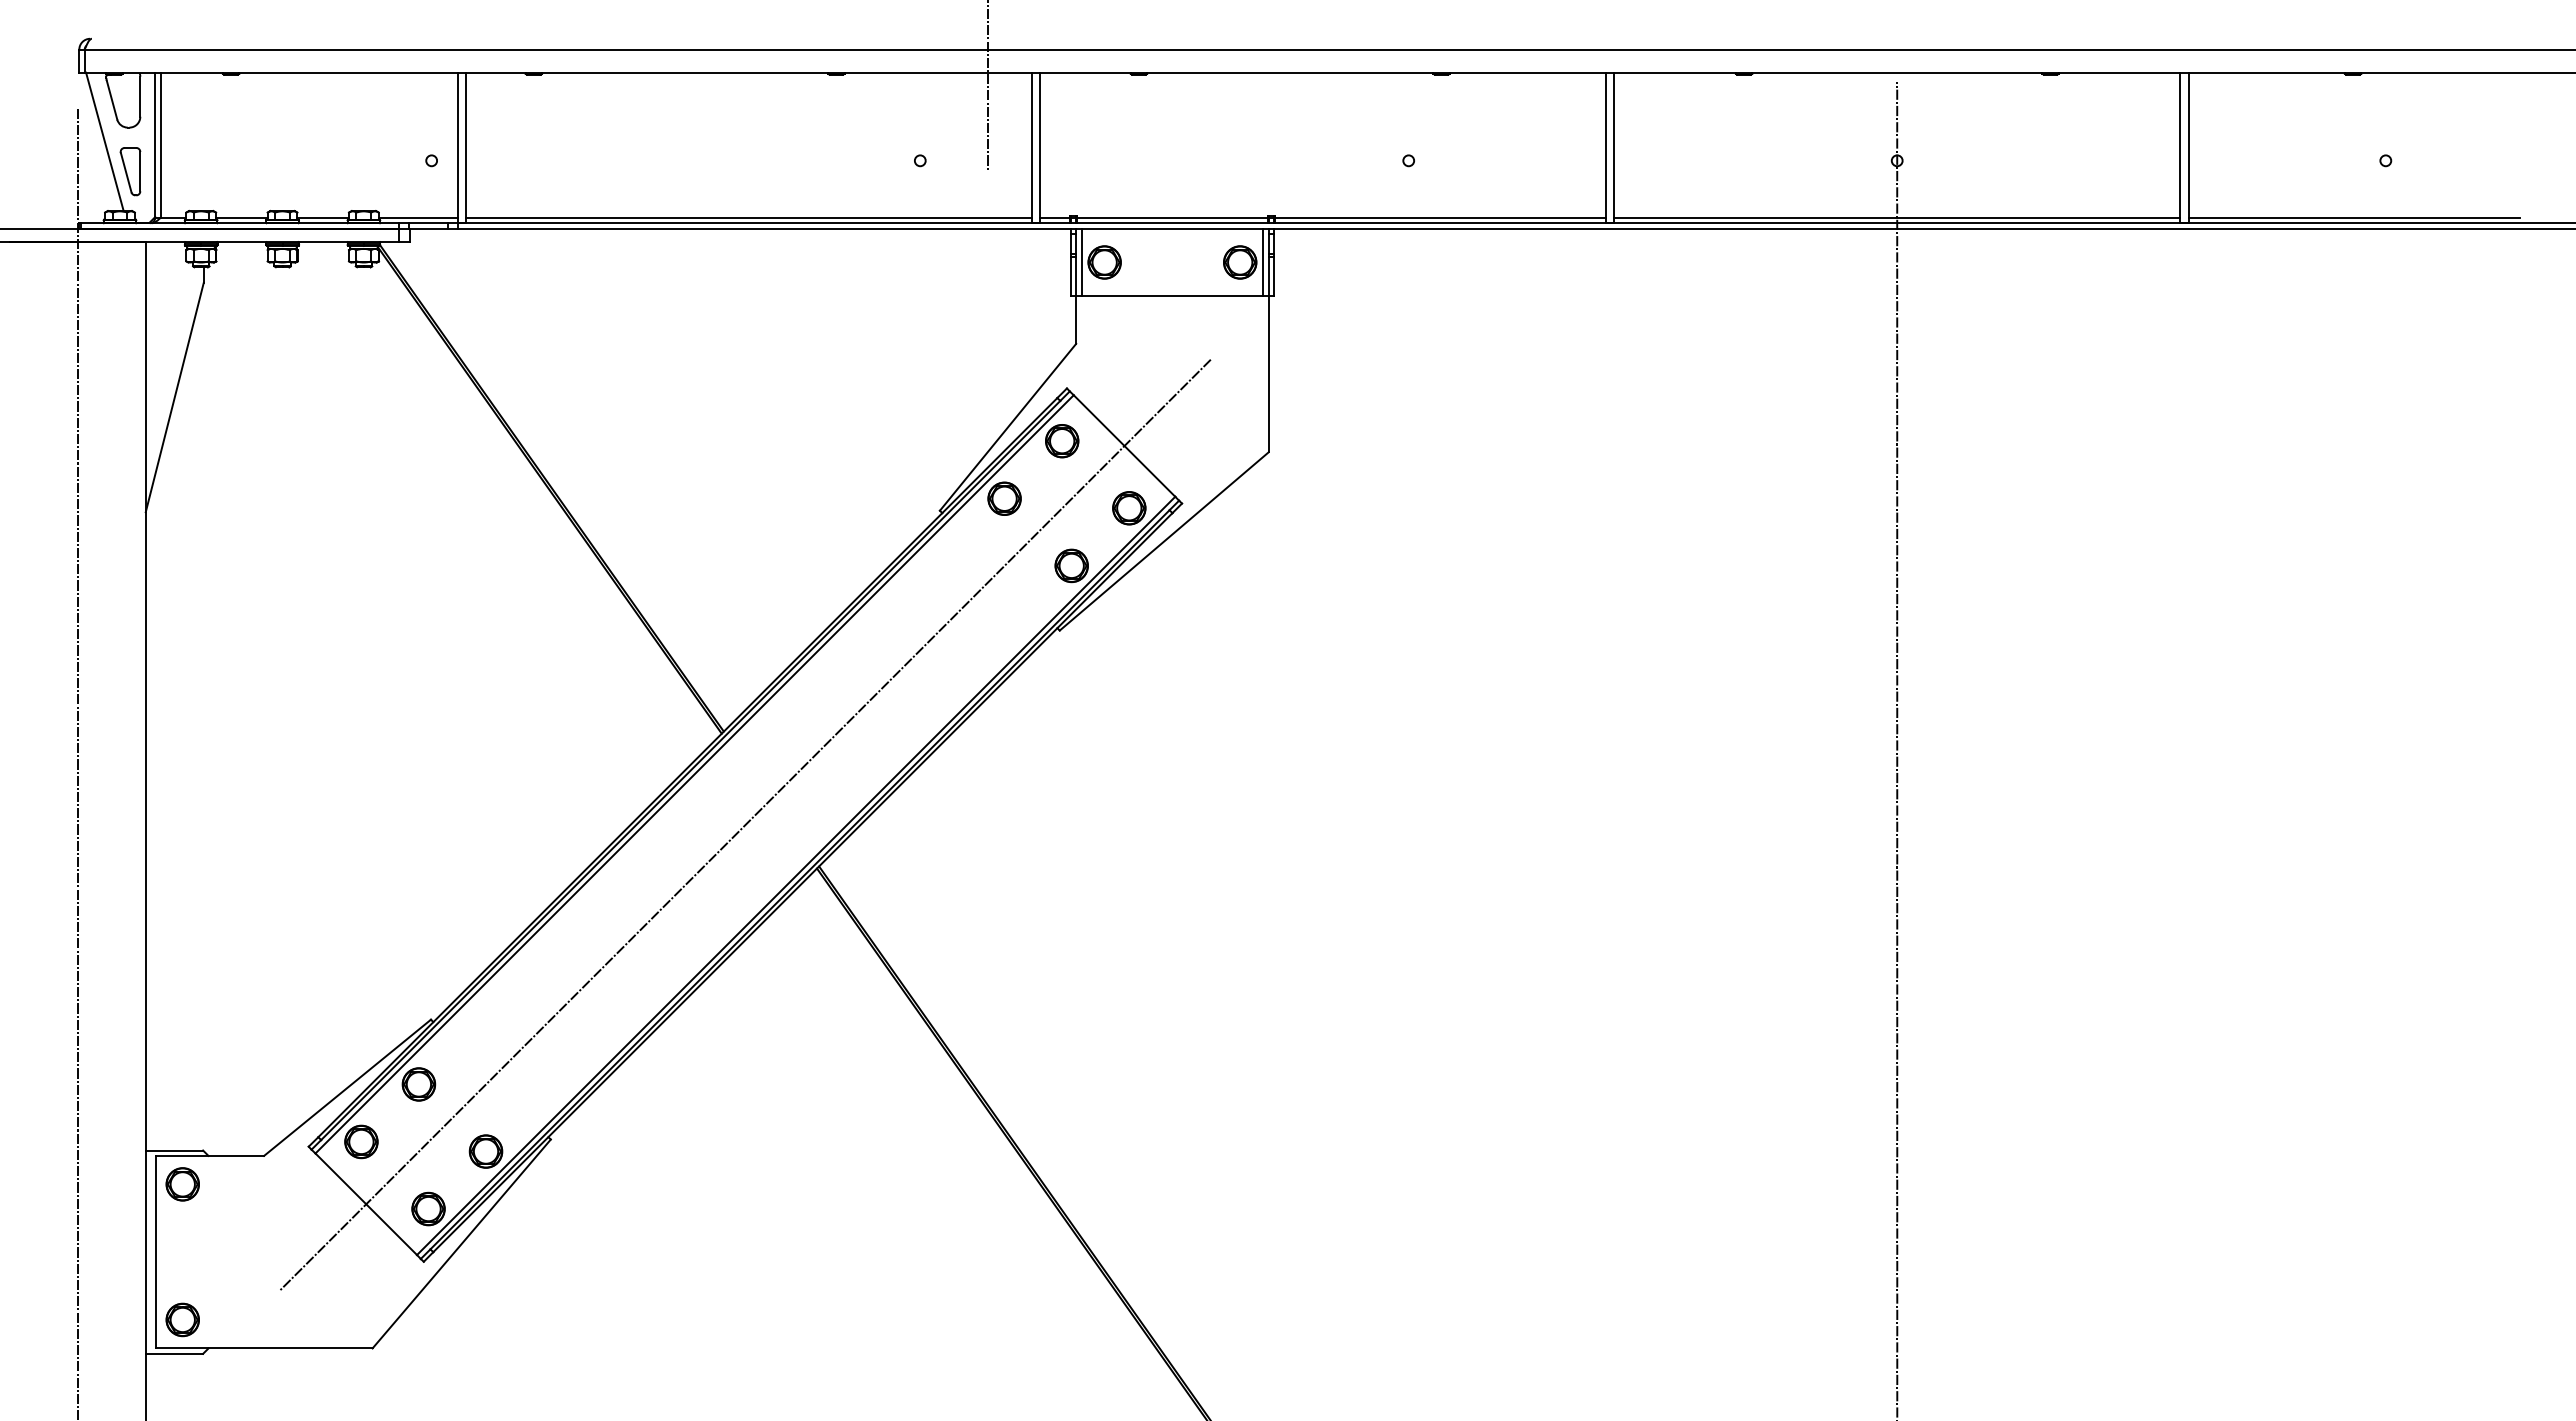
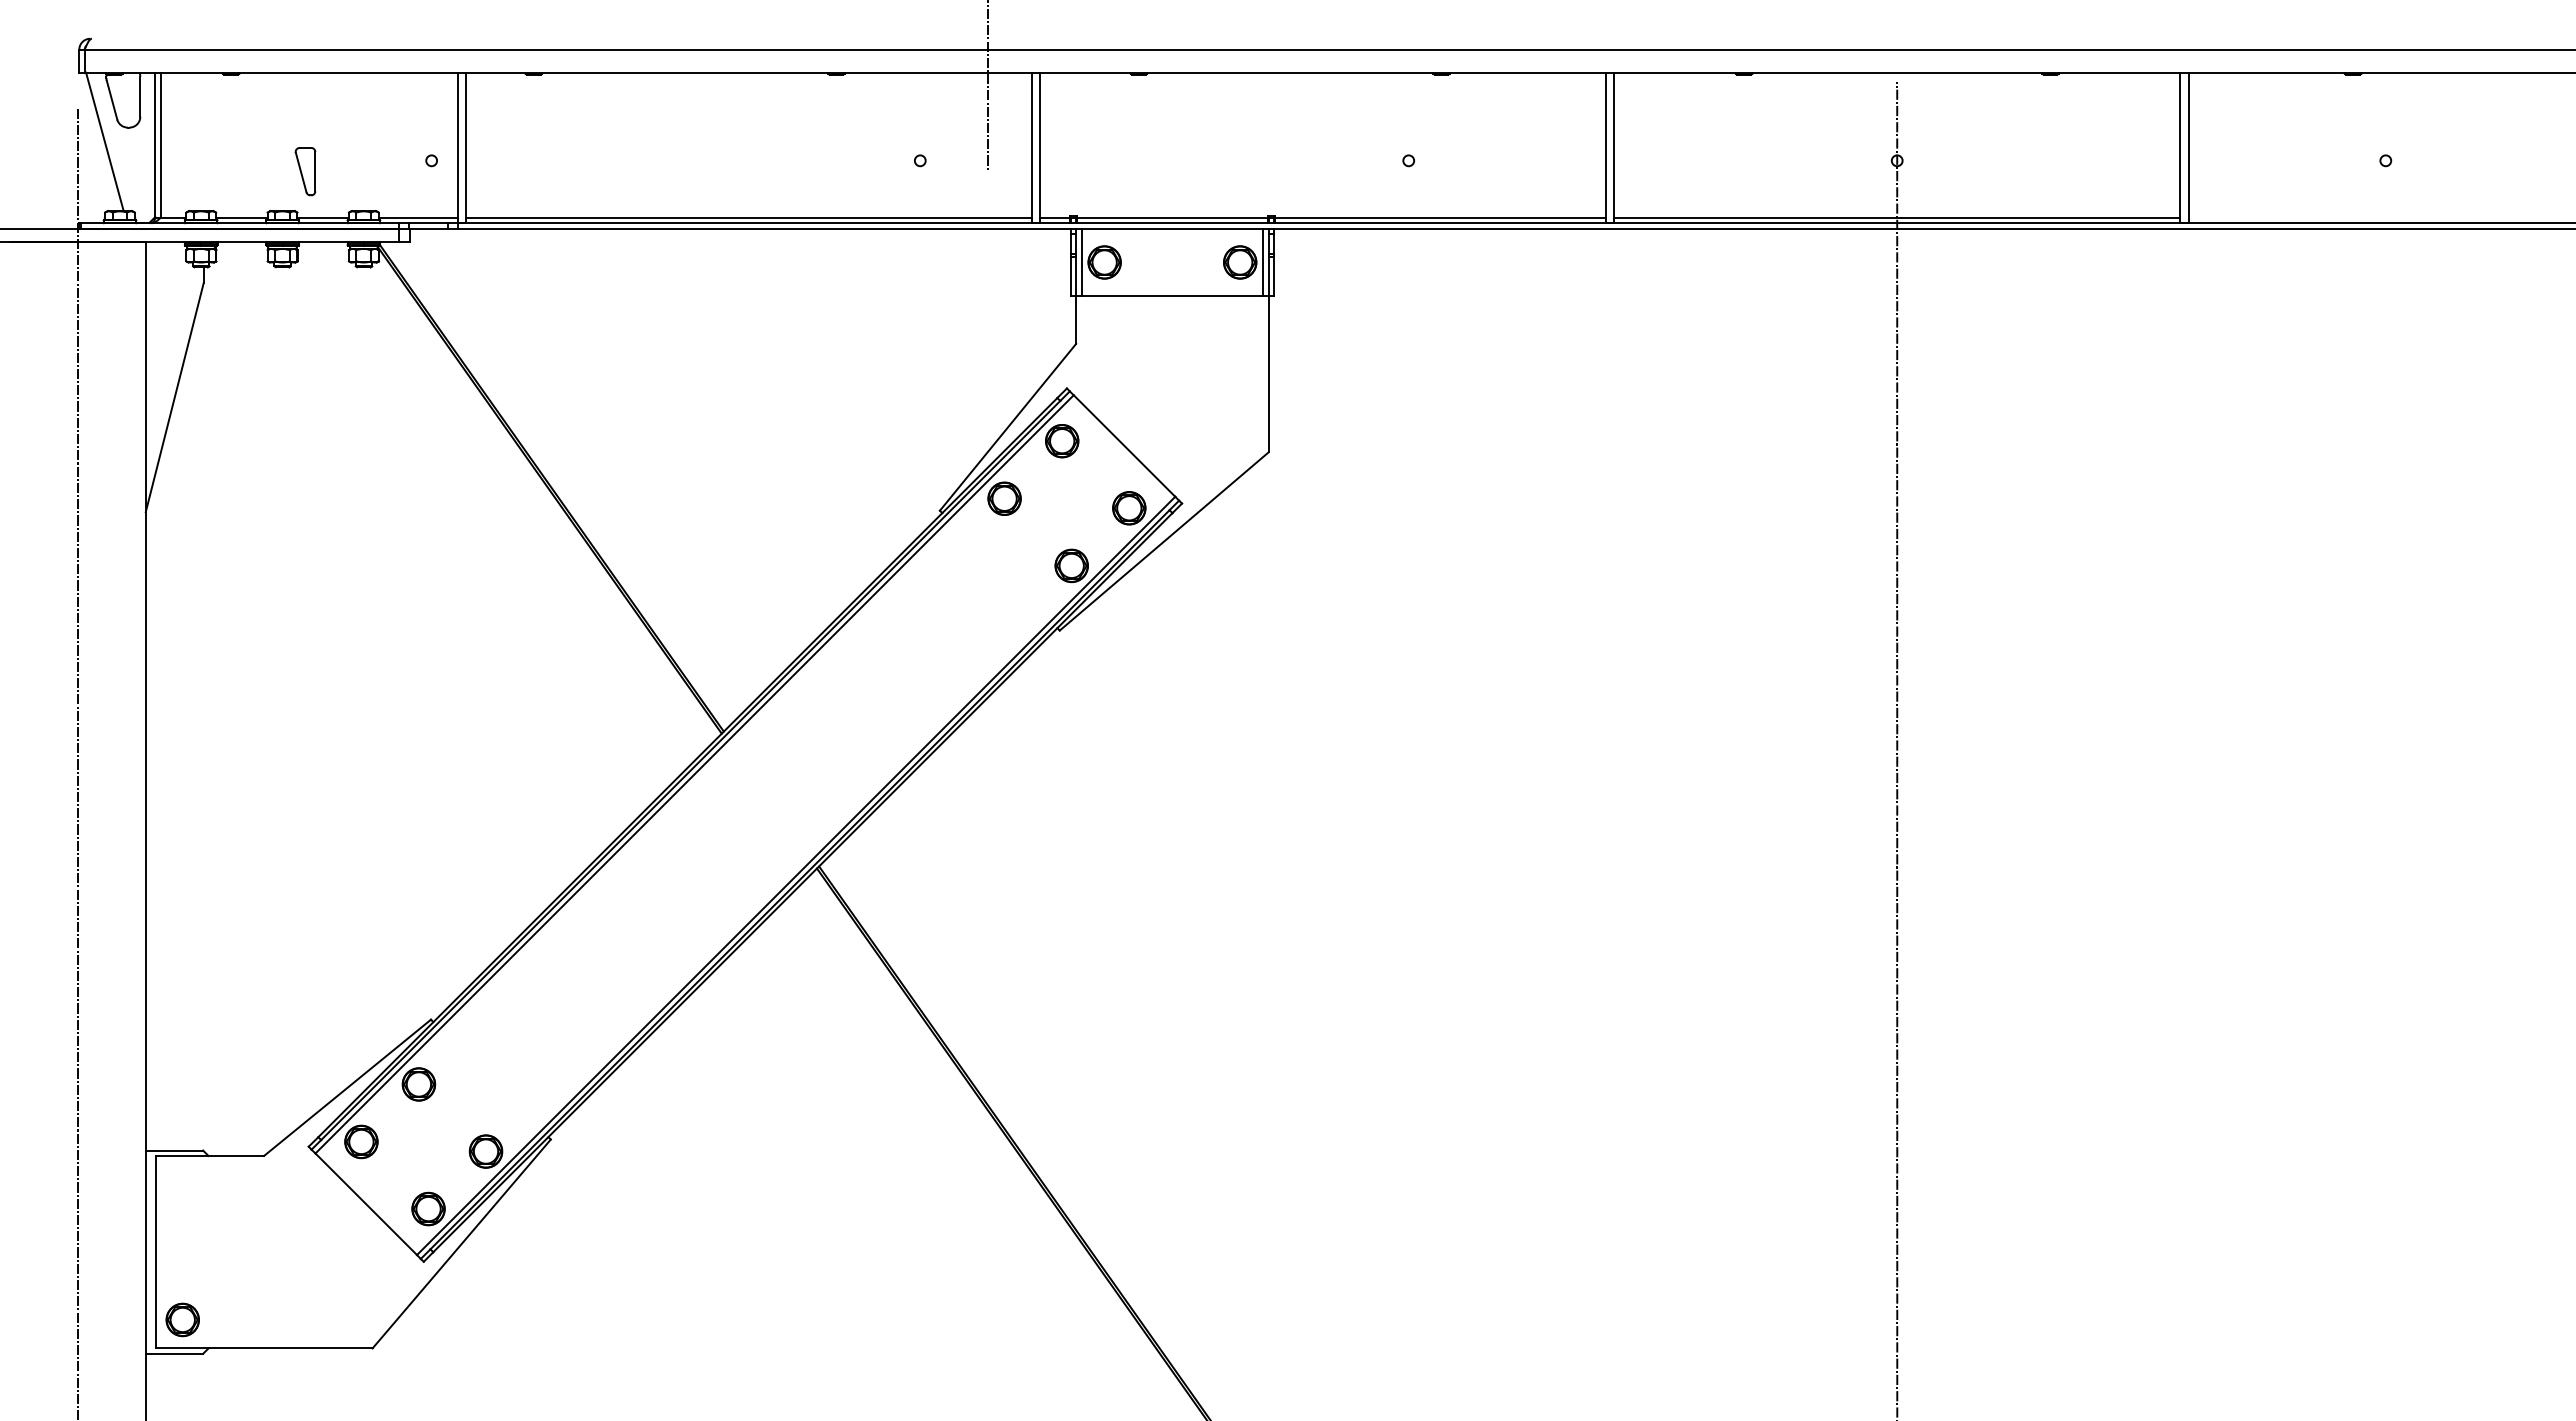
part at (130, 171) position: (130, 171) -> (305, 171)
line at (2353, 217): present -> none
line at (744, 824): present -> none
part at (182, 1184): present -> none
